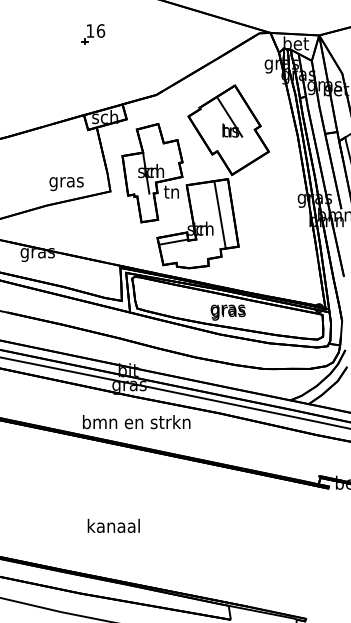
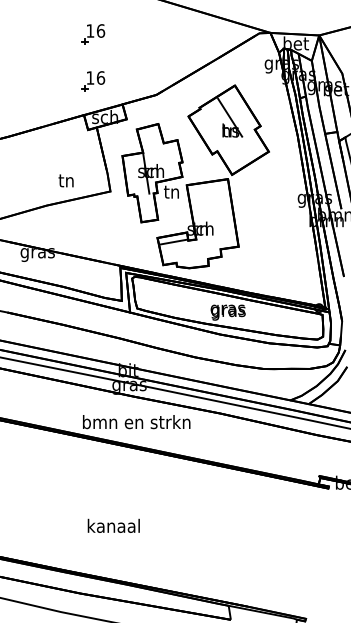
part at (93, 81): none -> present
text at (66, 182): gras -> tn
line at (219, 214): present -> none
